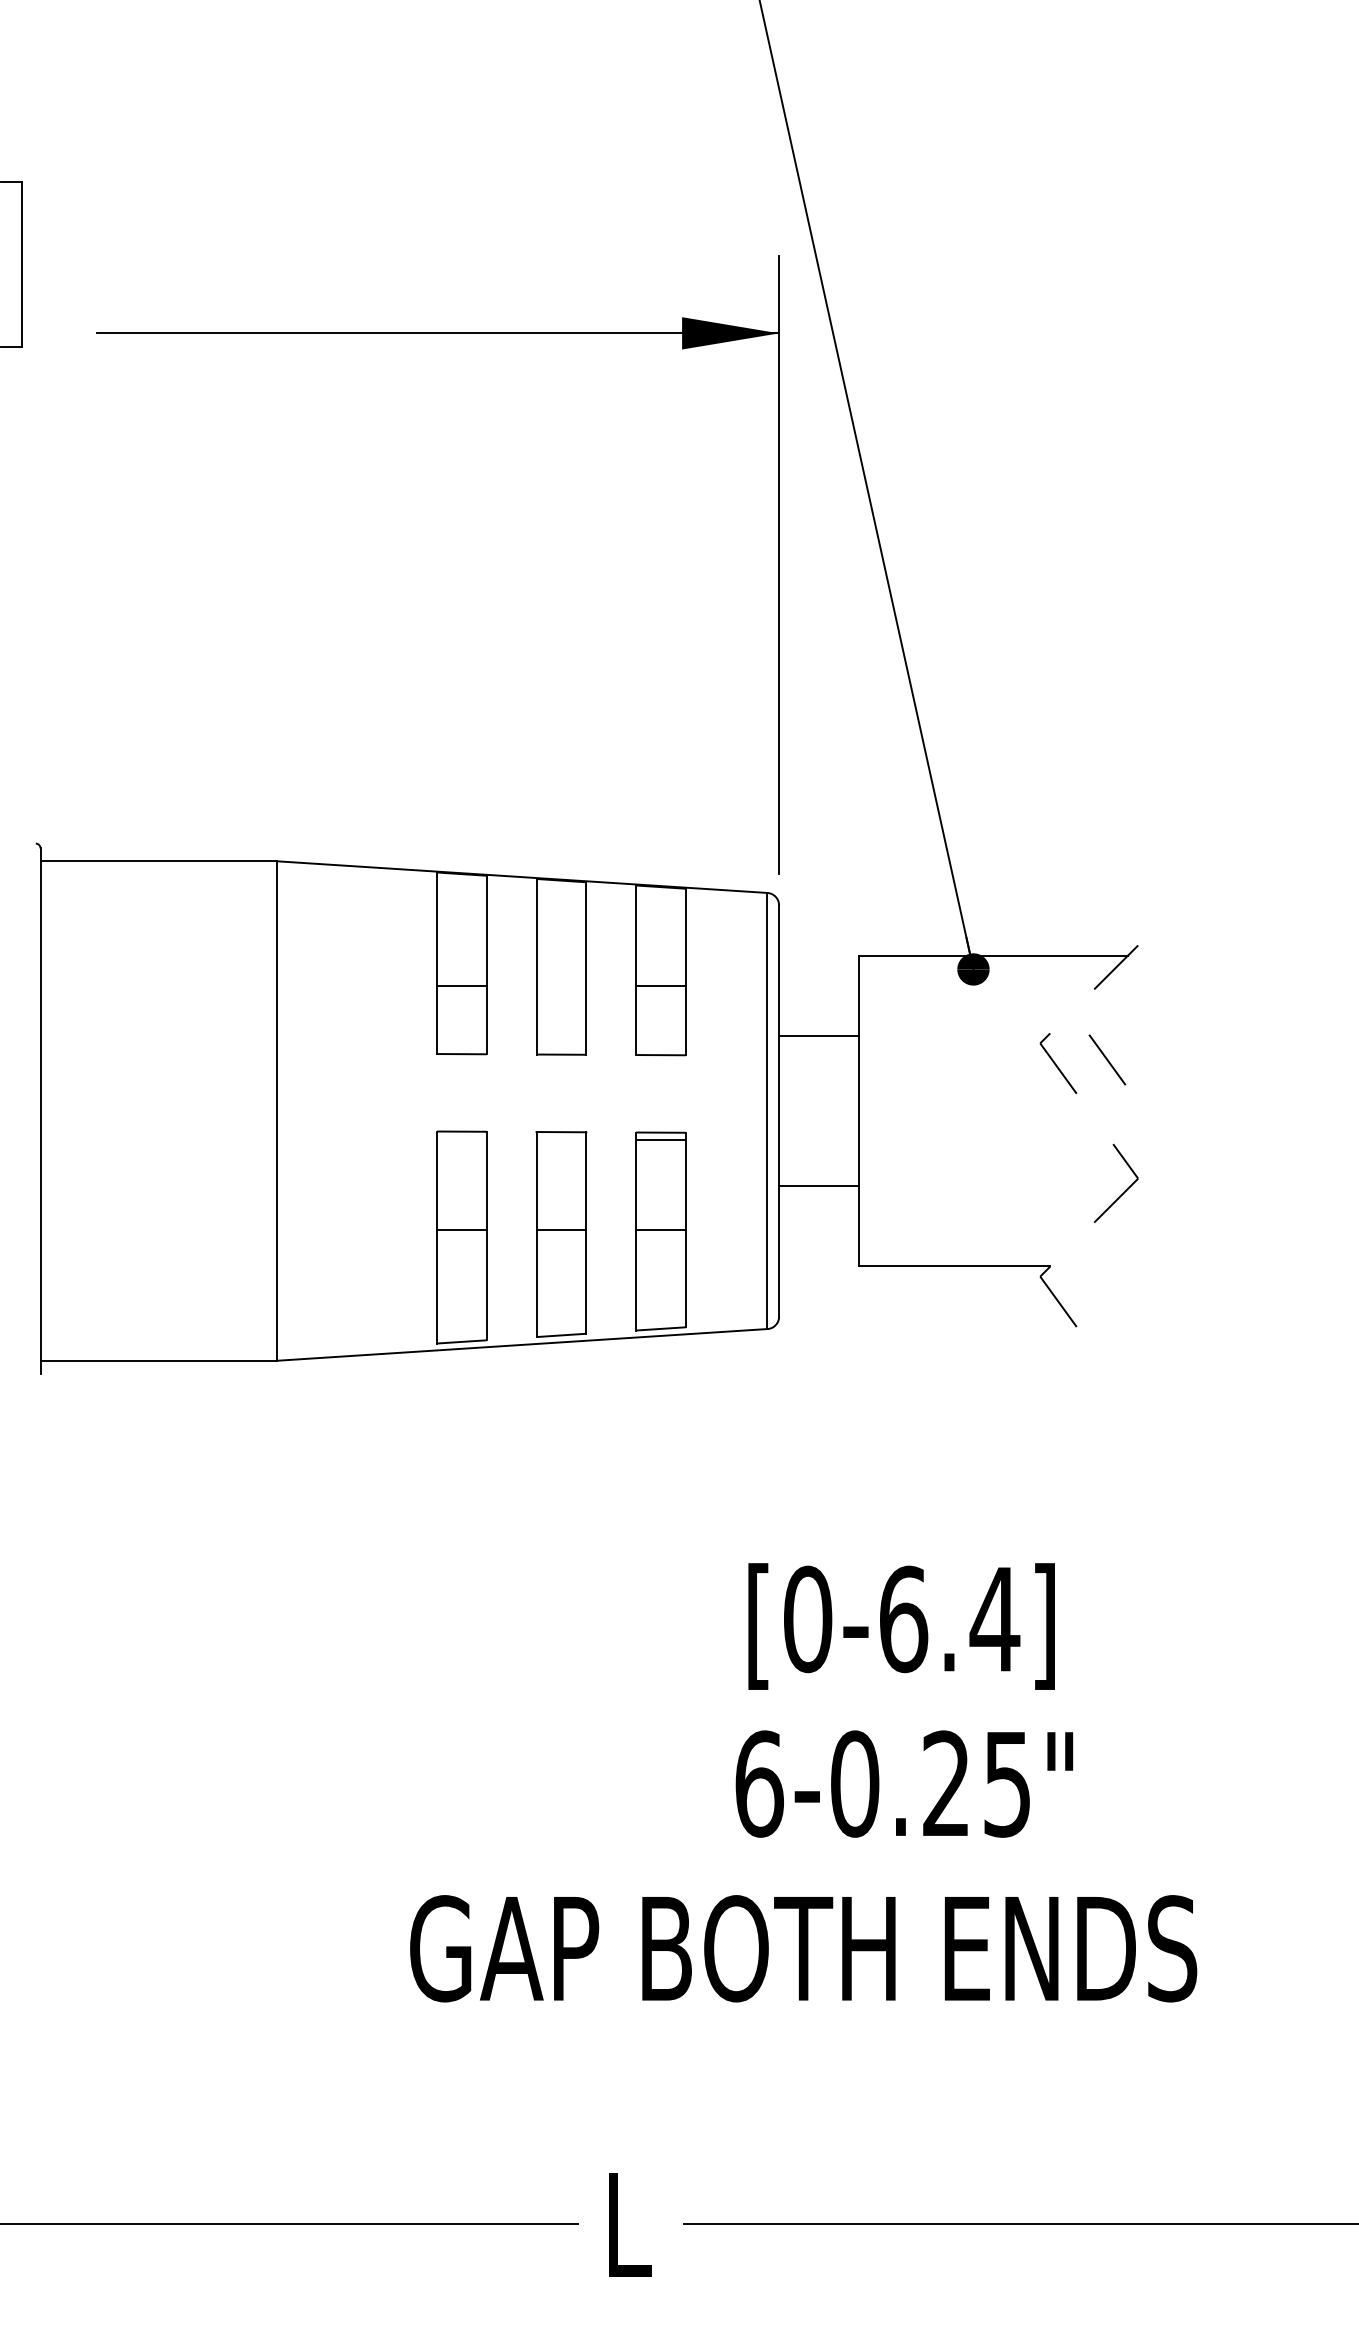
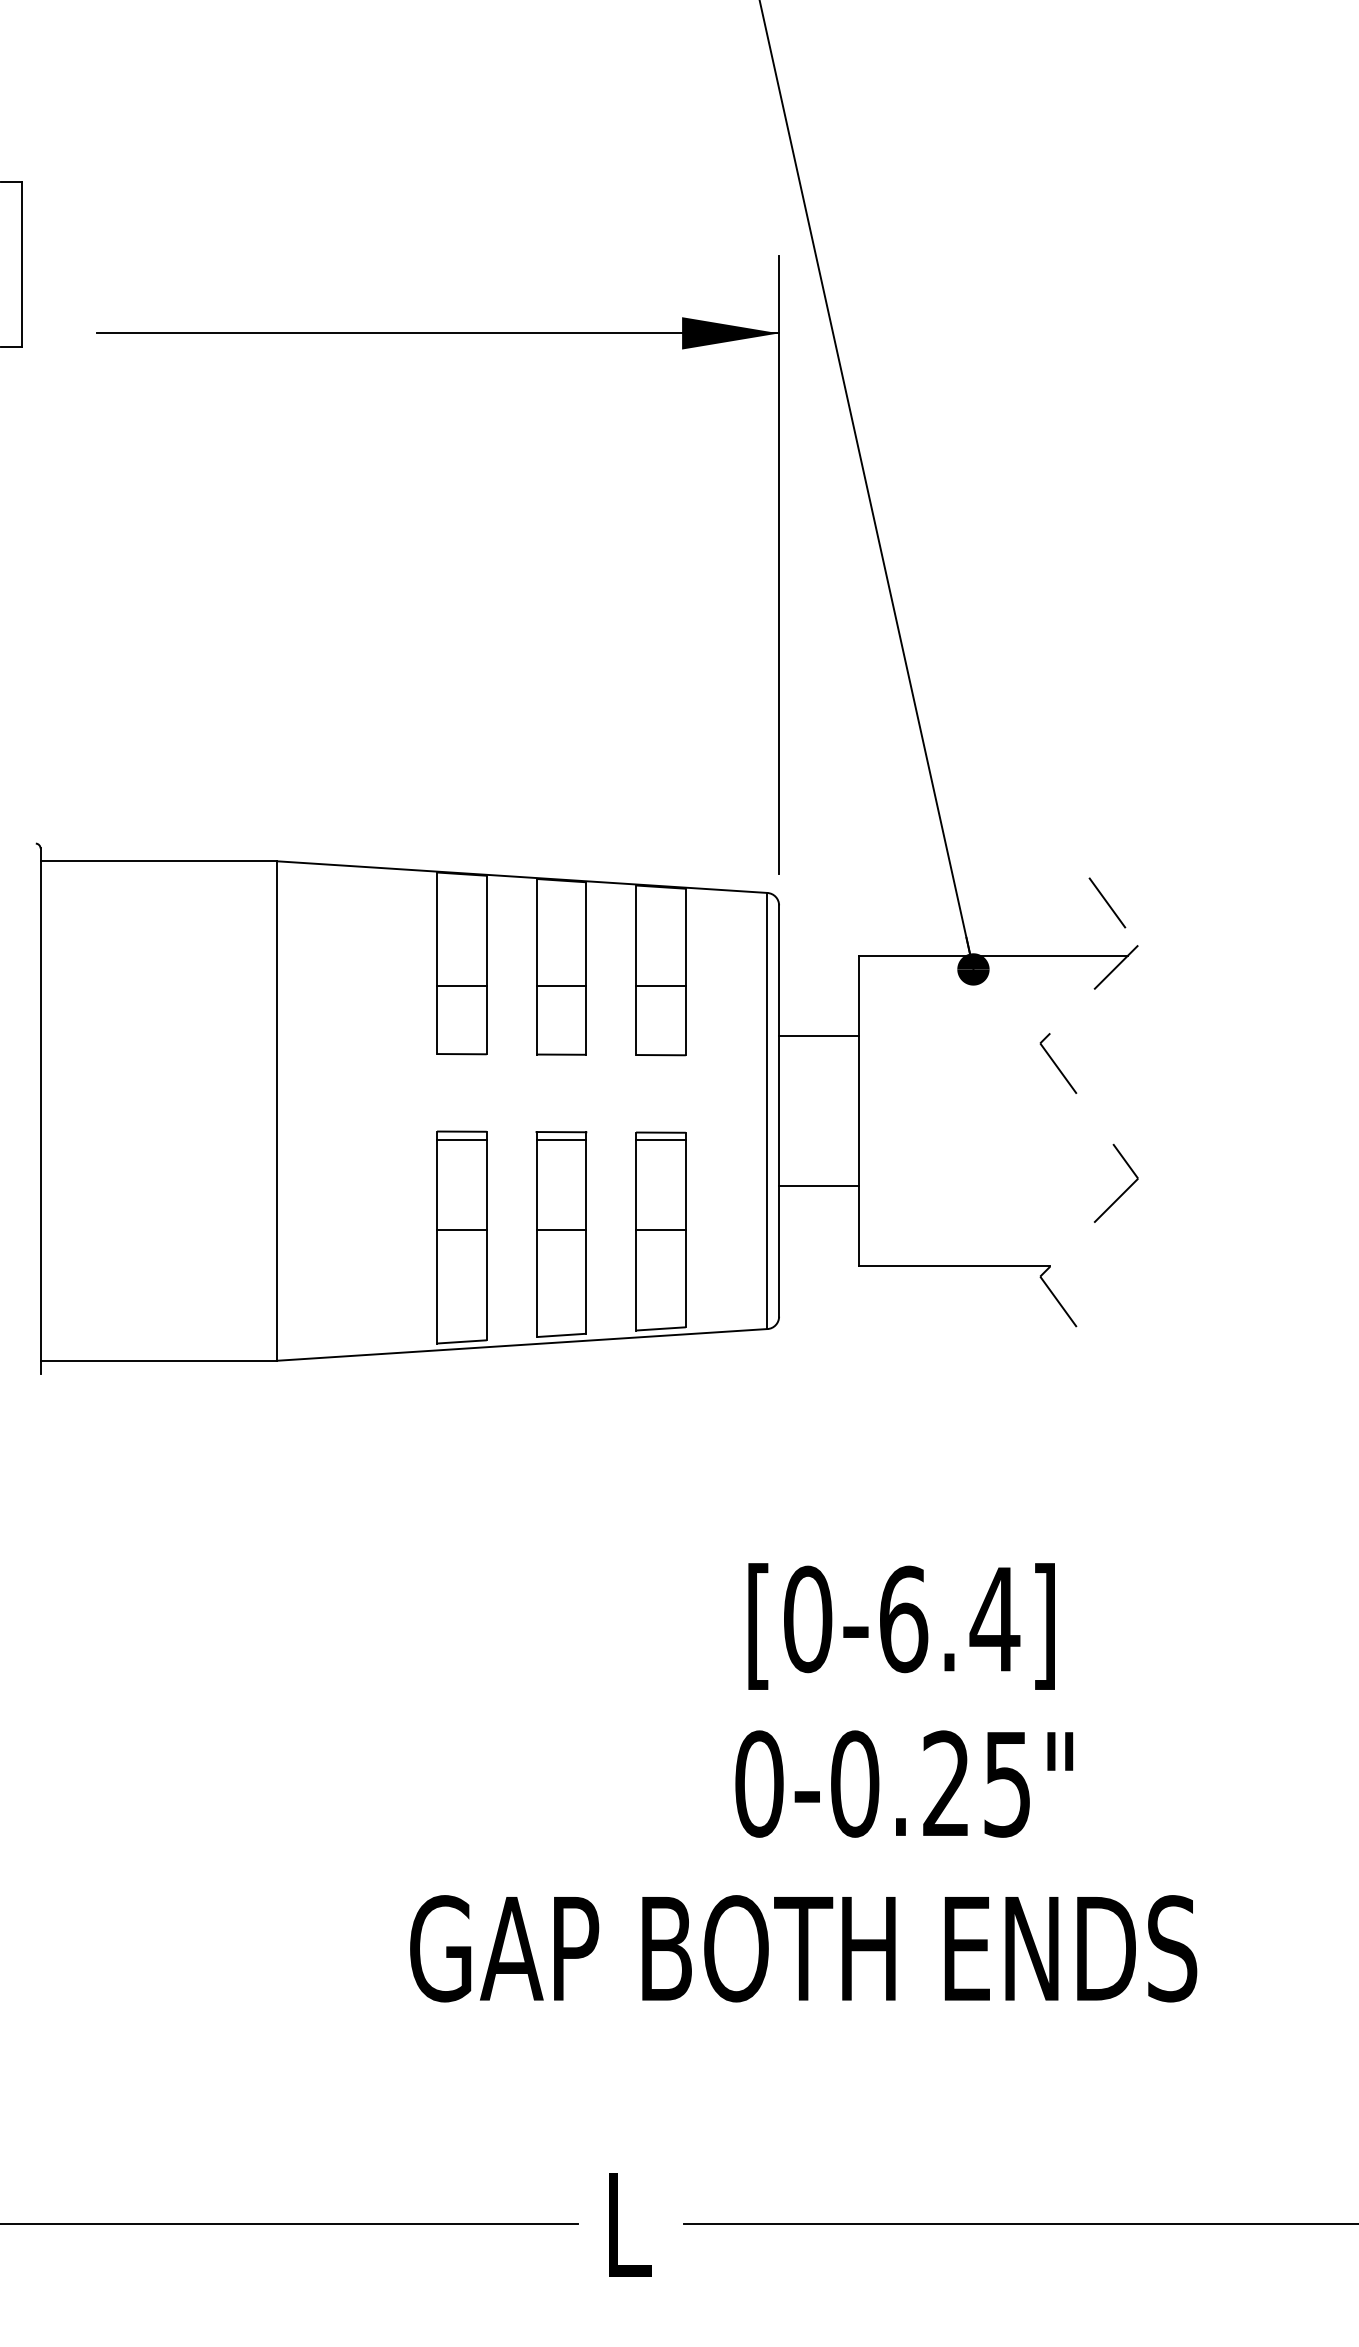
line at (561, 985): none -> present
line at (1107, 1059) position: (1107, 1059) -> (1107, 902)
line at (461, 1140): none -> present
line at (561, 1140): none -> present
text at (759, 1783): 6-0.25" -> 0-0.25"
